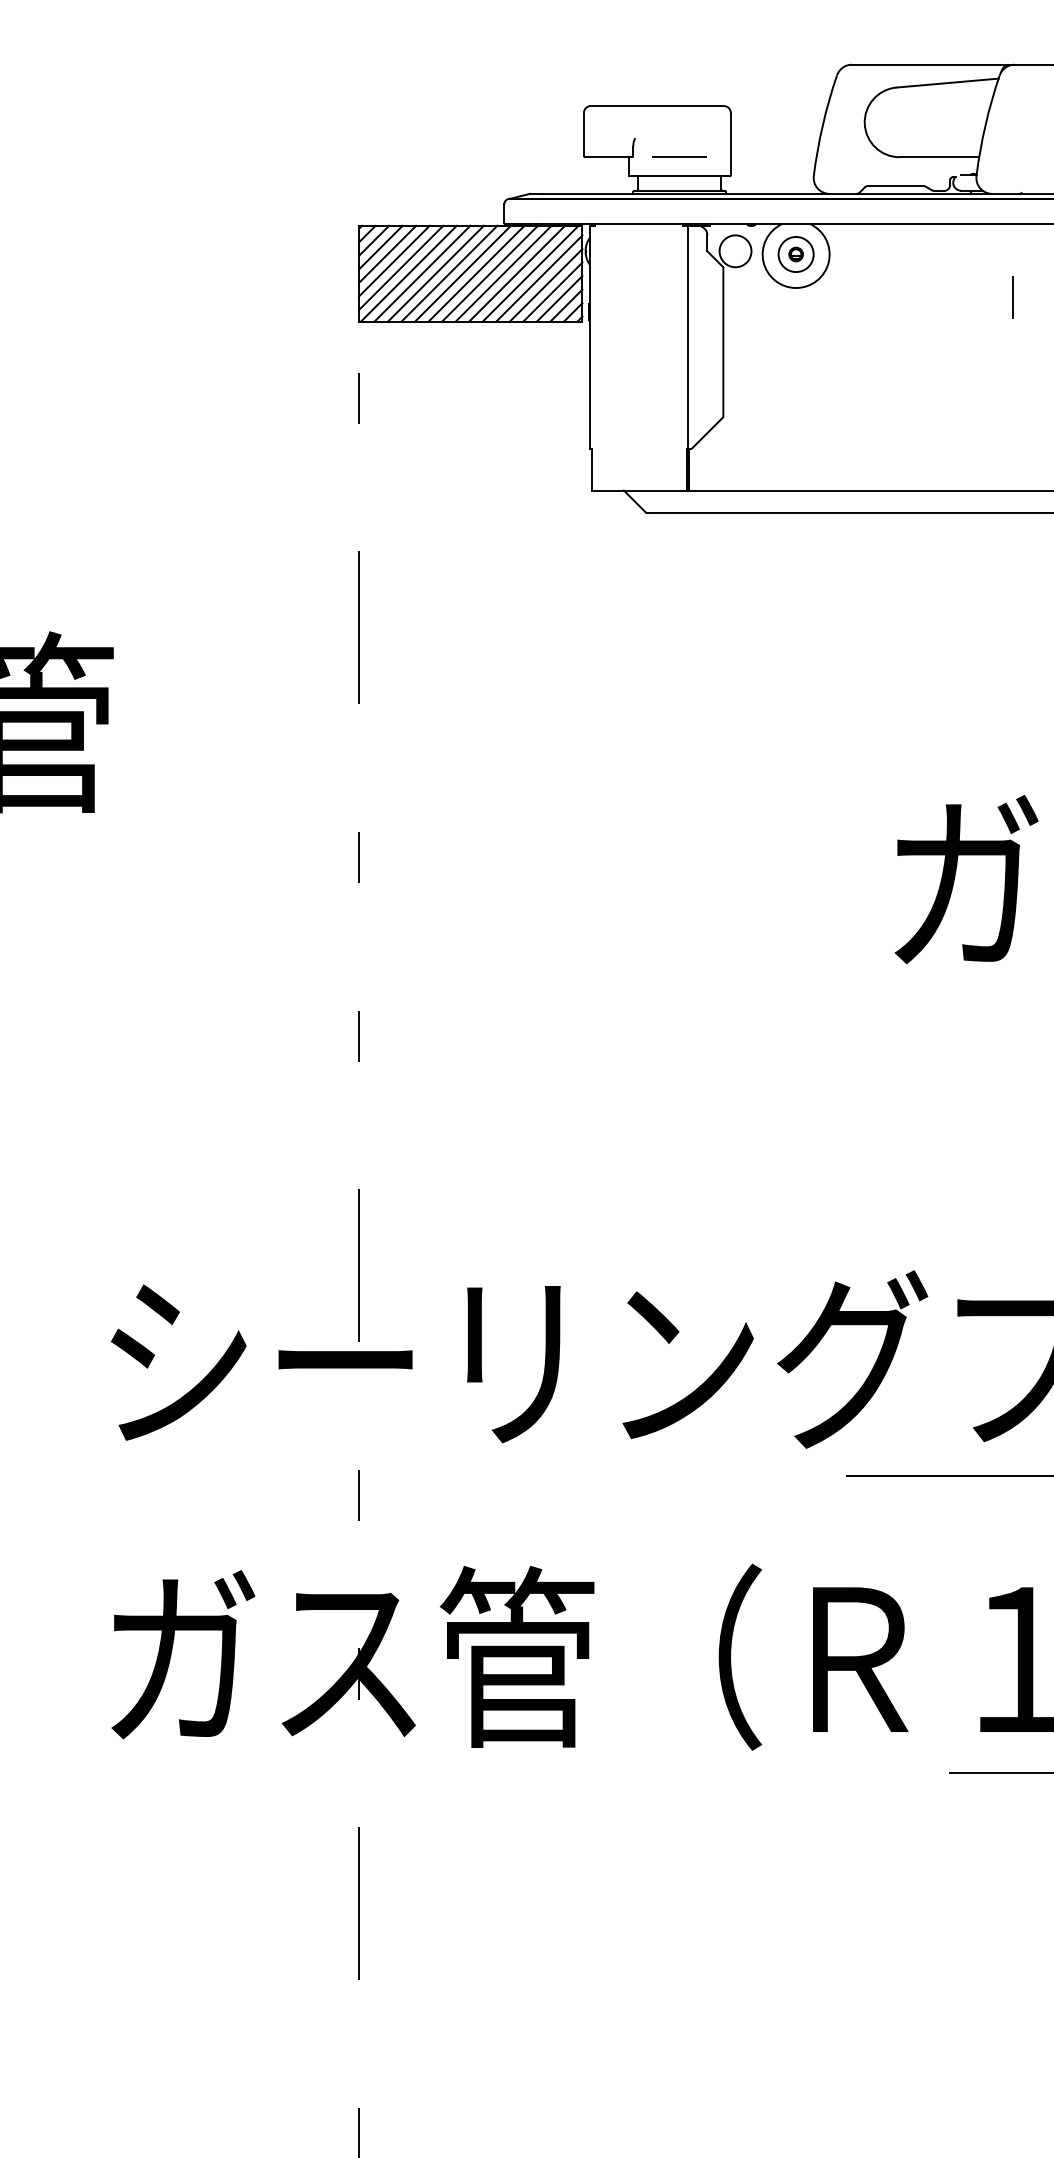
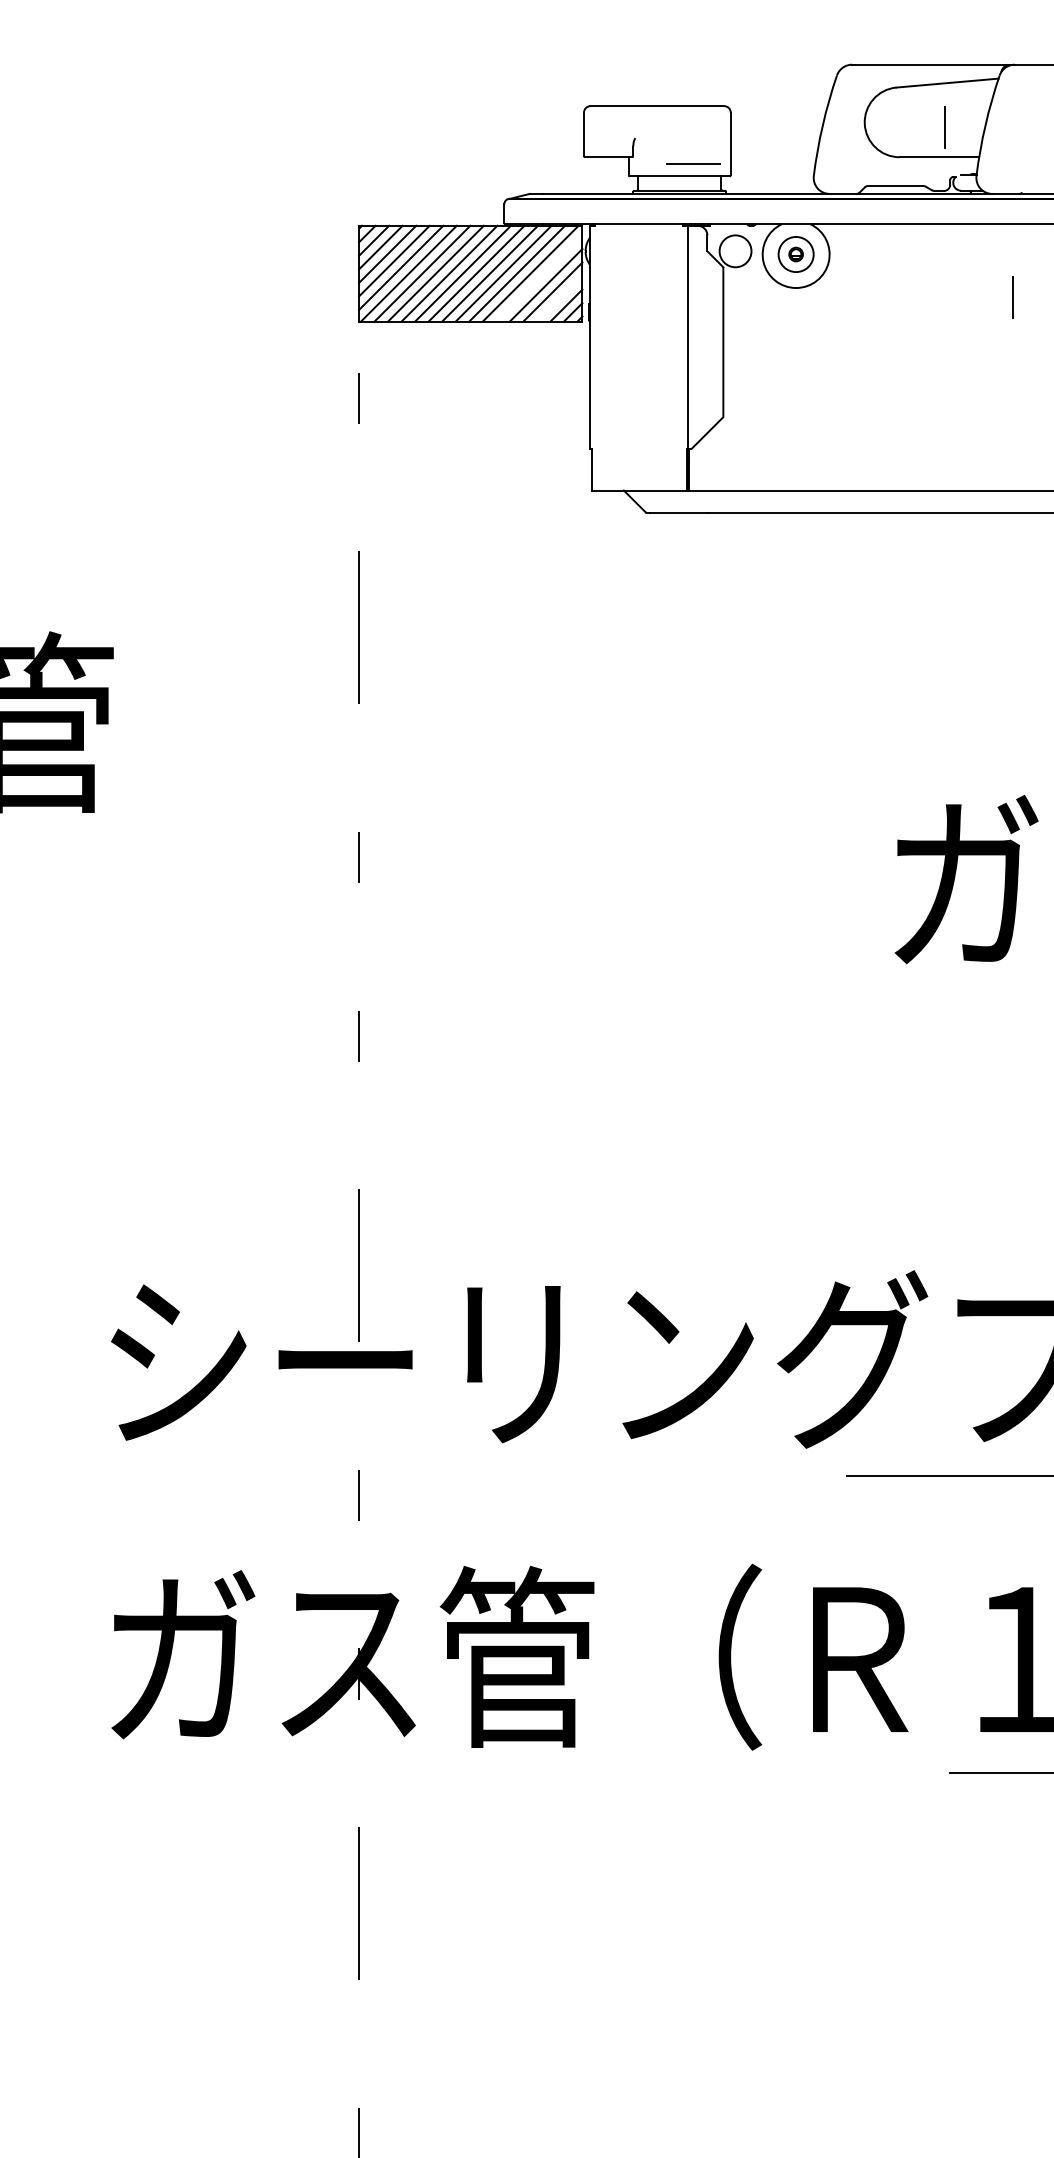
line at (944, 127): none -> present
line at (679, 156) position: (679, 156) -> (693, 163)
line at (539, 278): present -> none
line at (559, 298): present -> none
